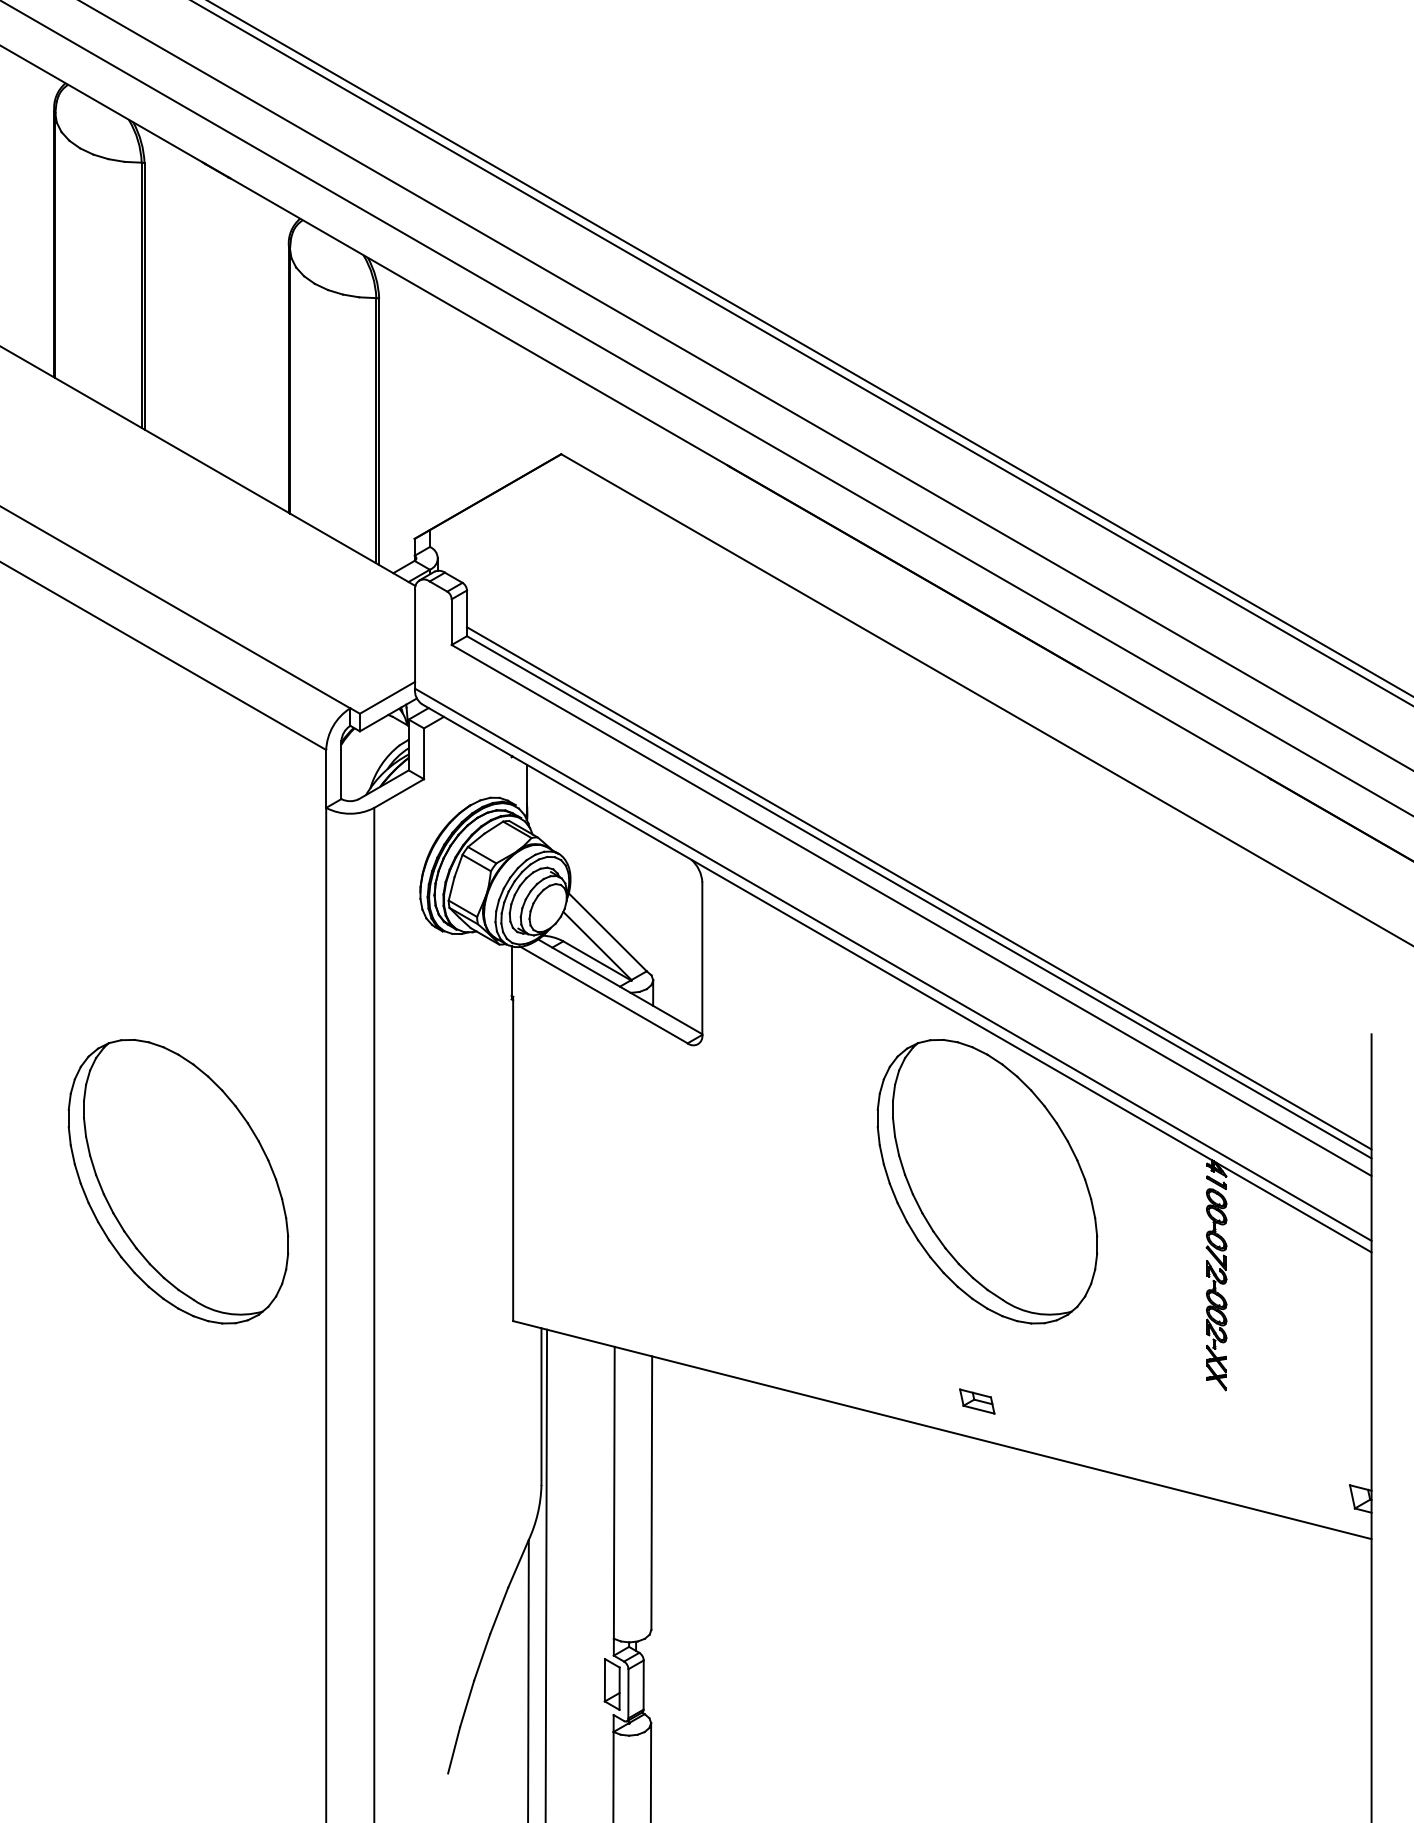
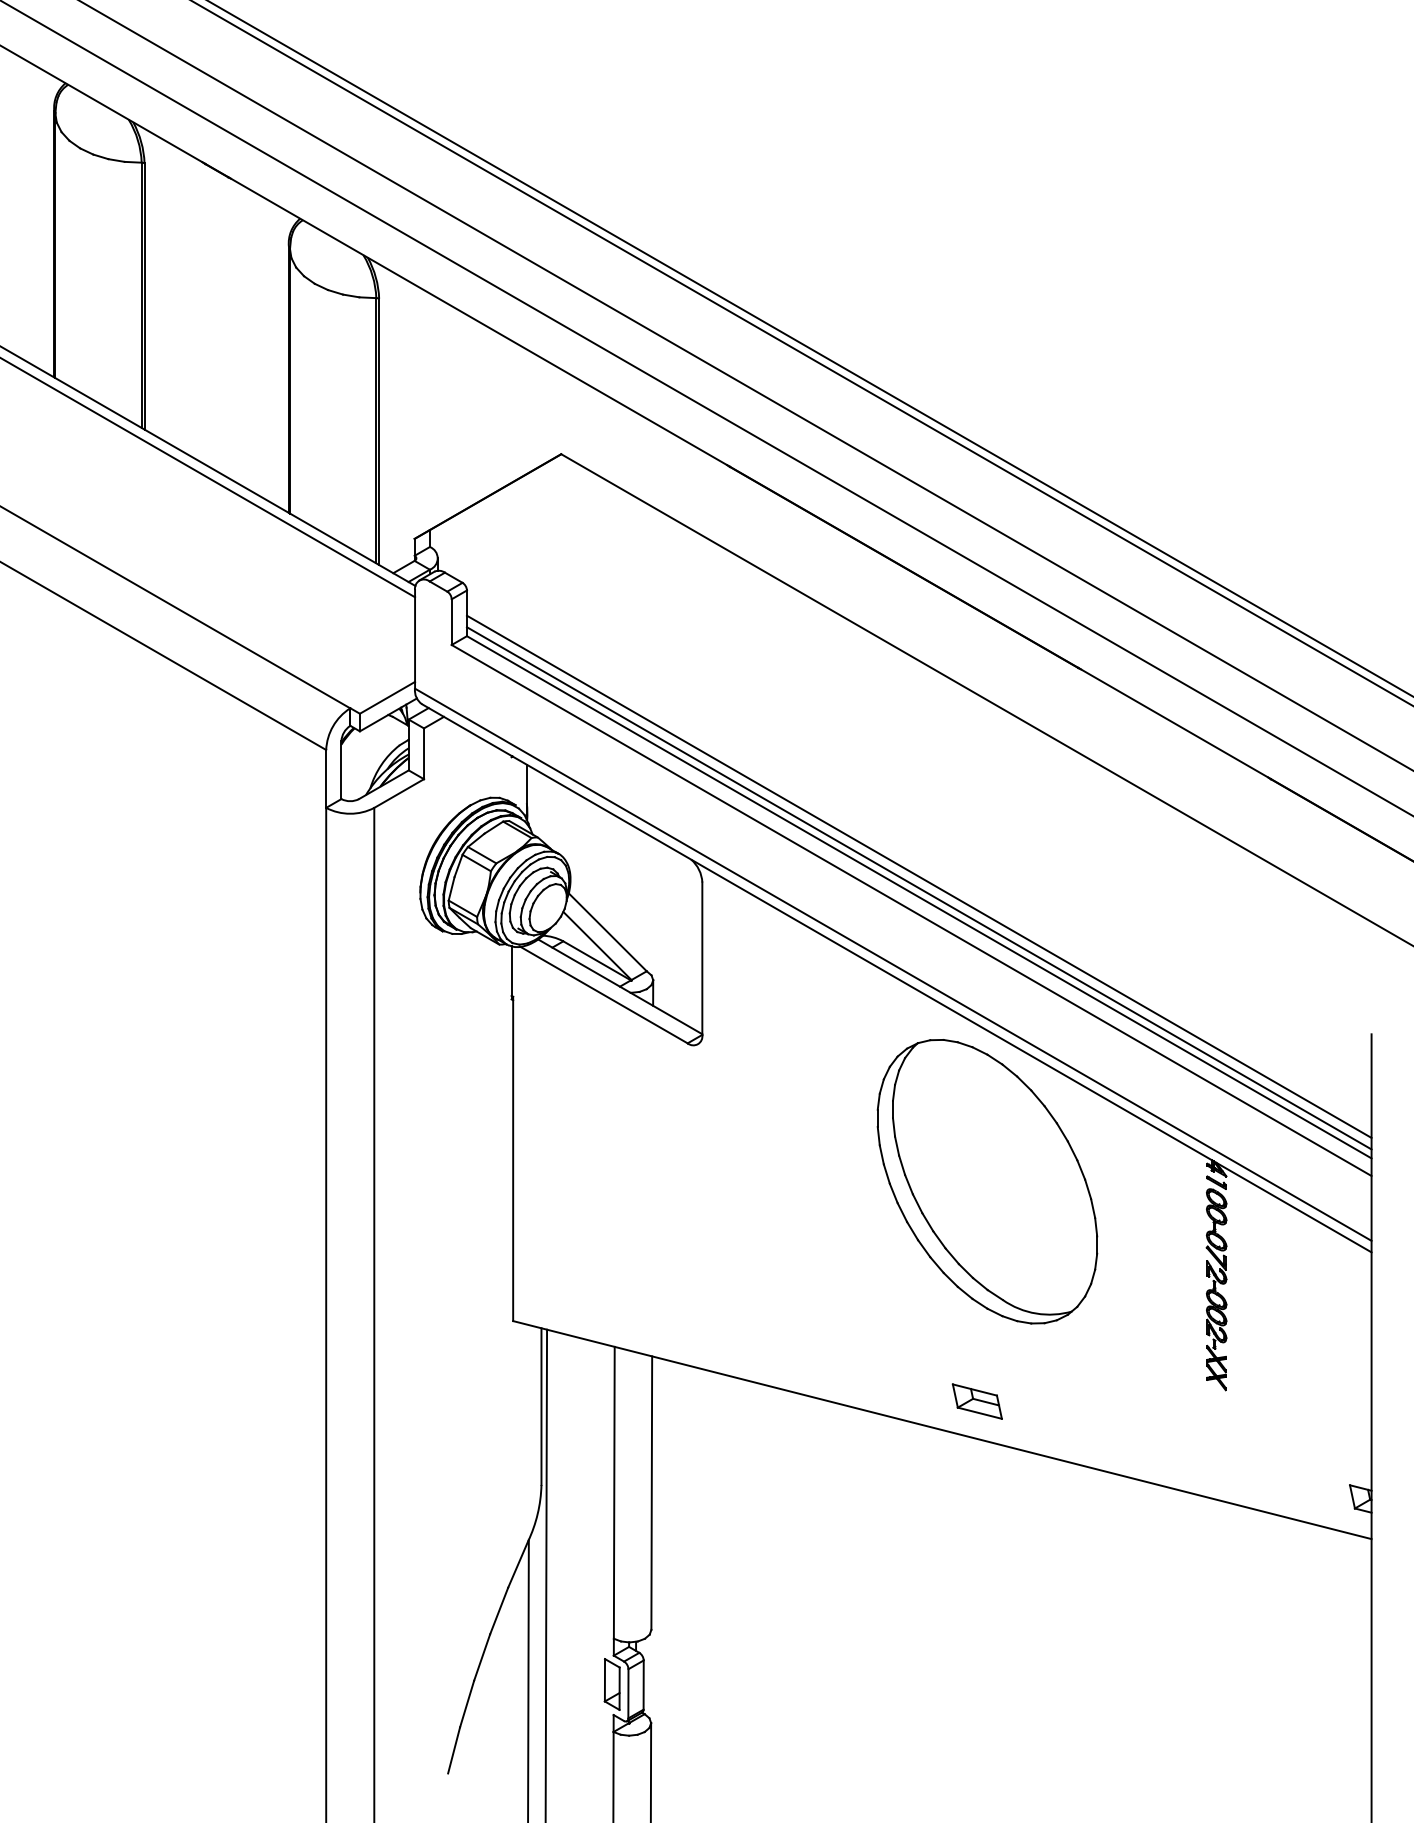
line at (208, 478): none -> present
line at (918, 876): none -> present
part at (178, 1181): present -> none
part at (977, 1401) size: 37x27 px -> 52x37 px
